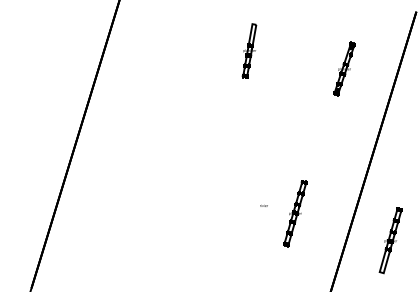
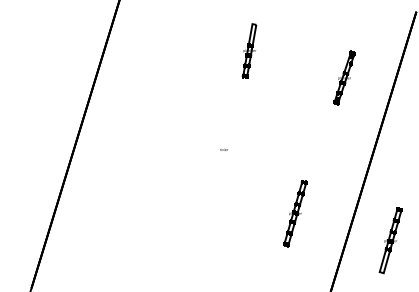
part at (344, 68) position: (344, 68) -> (344, 77)
text at (263, 205) position: (263, 205) -> (223, 149)
